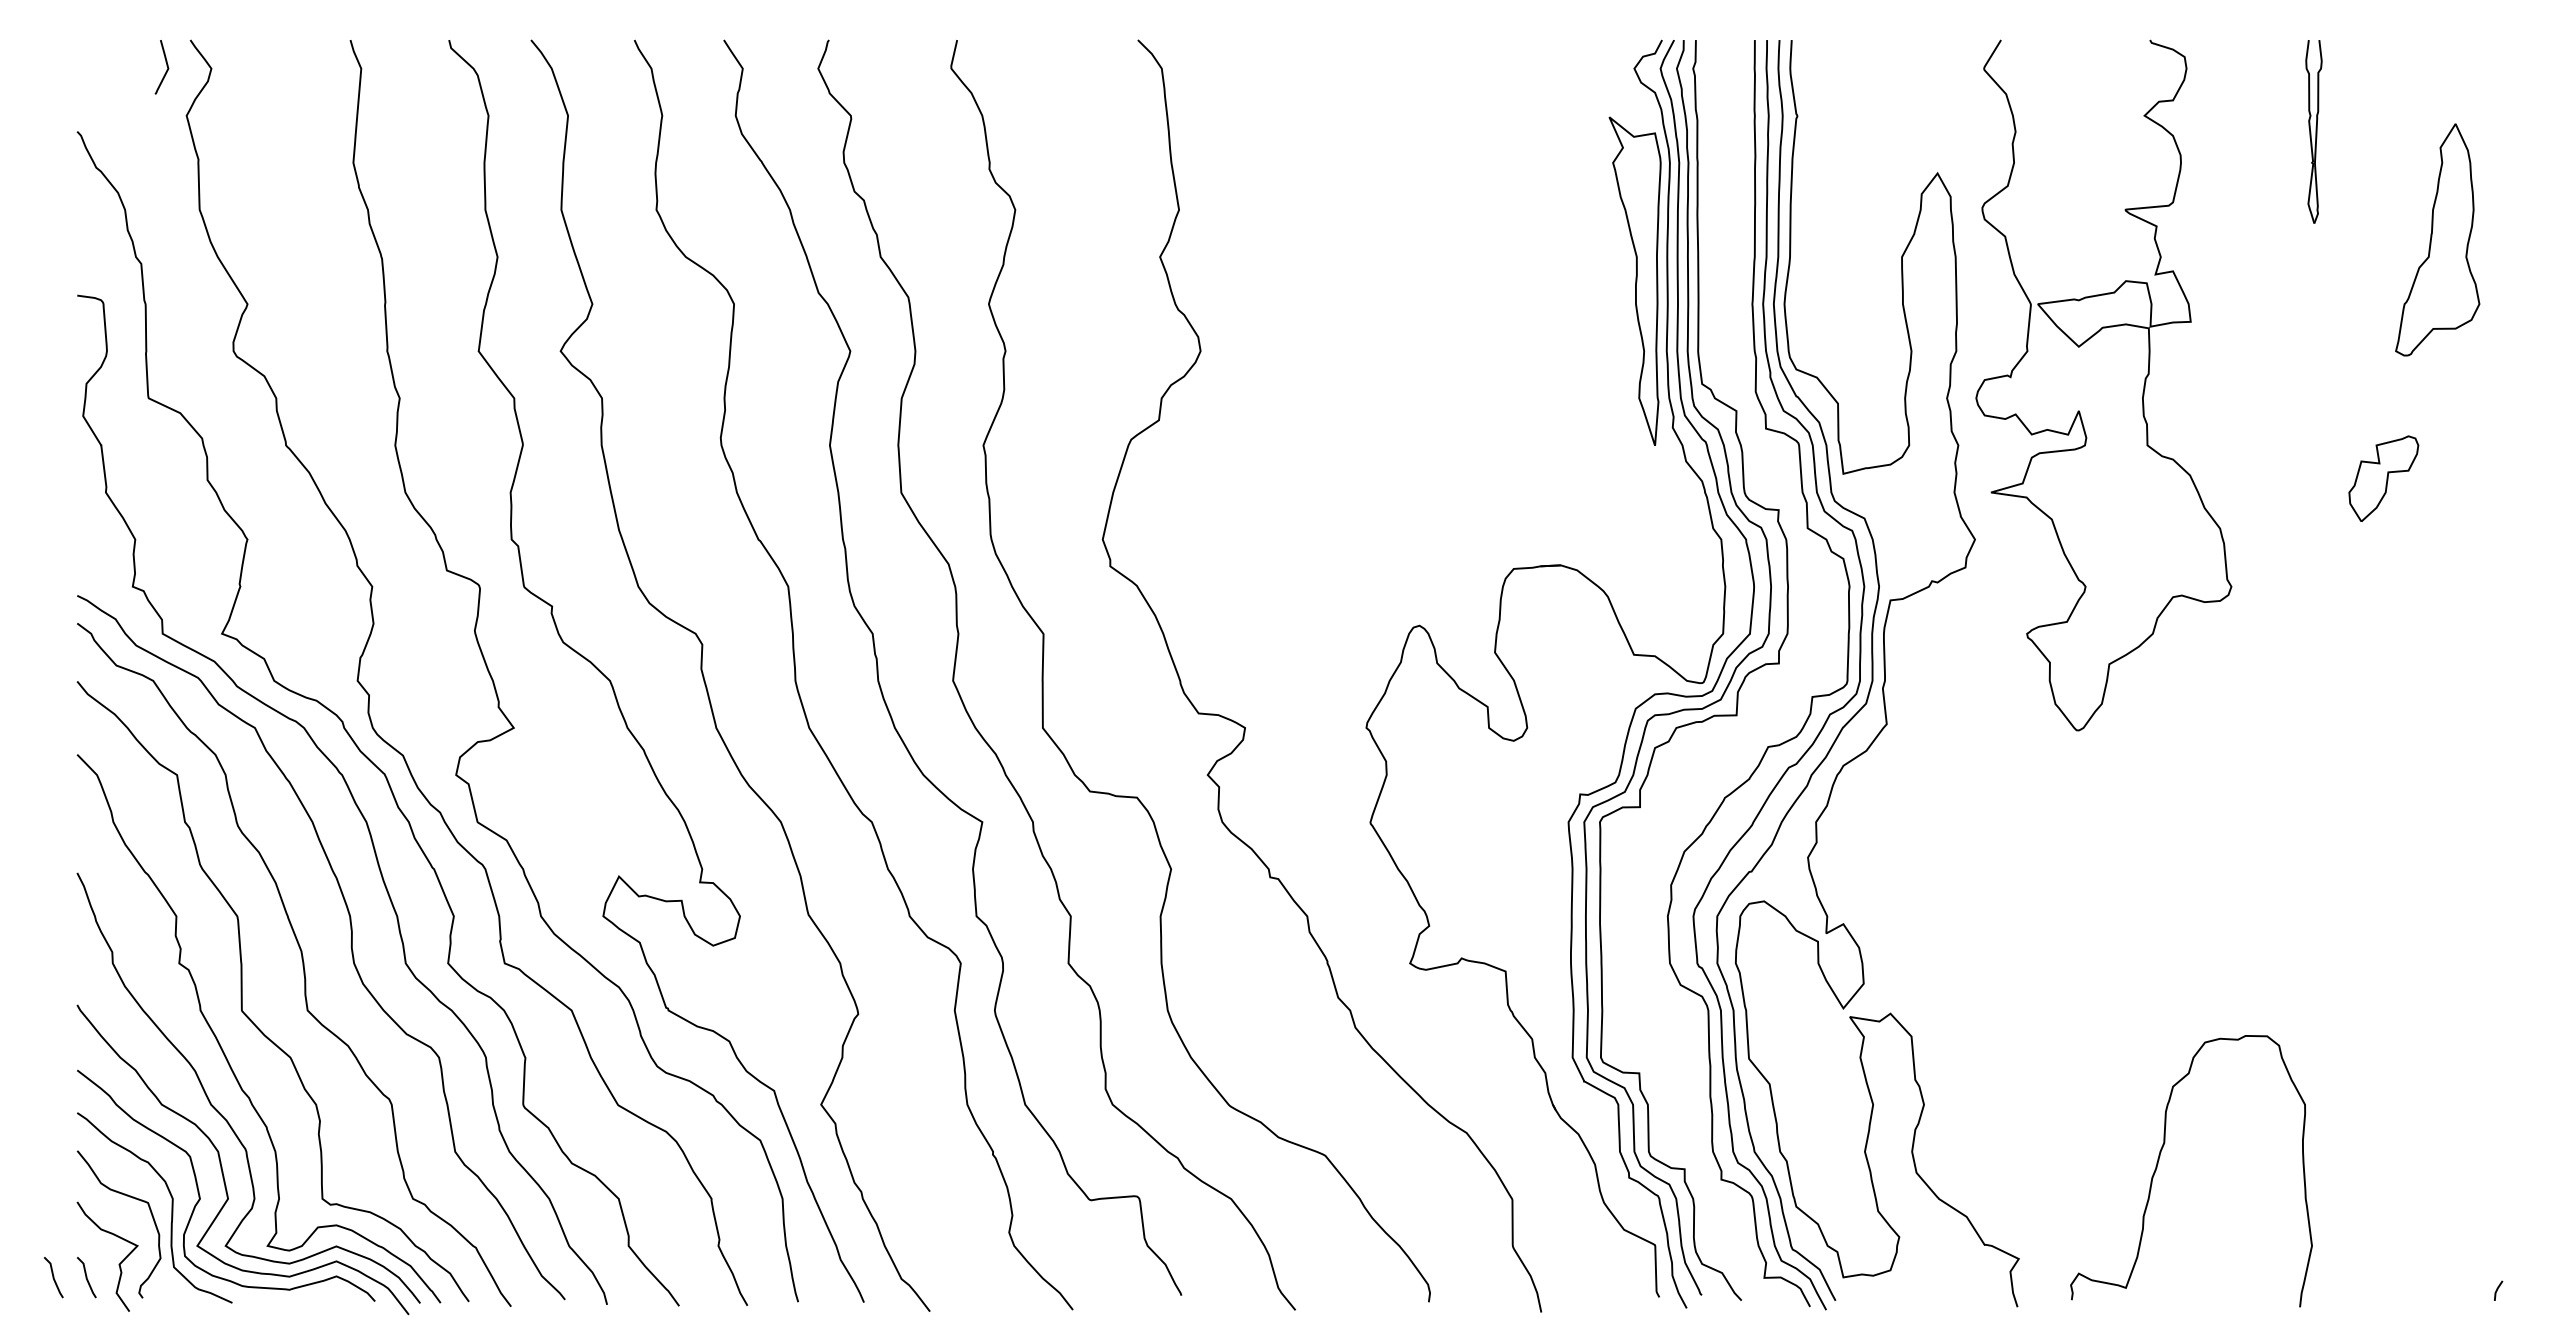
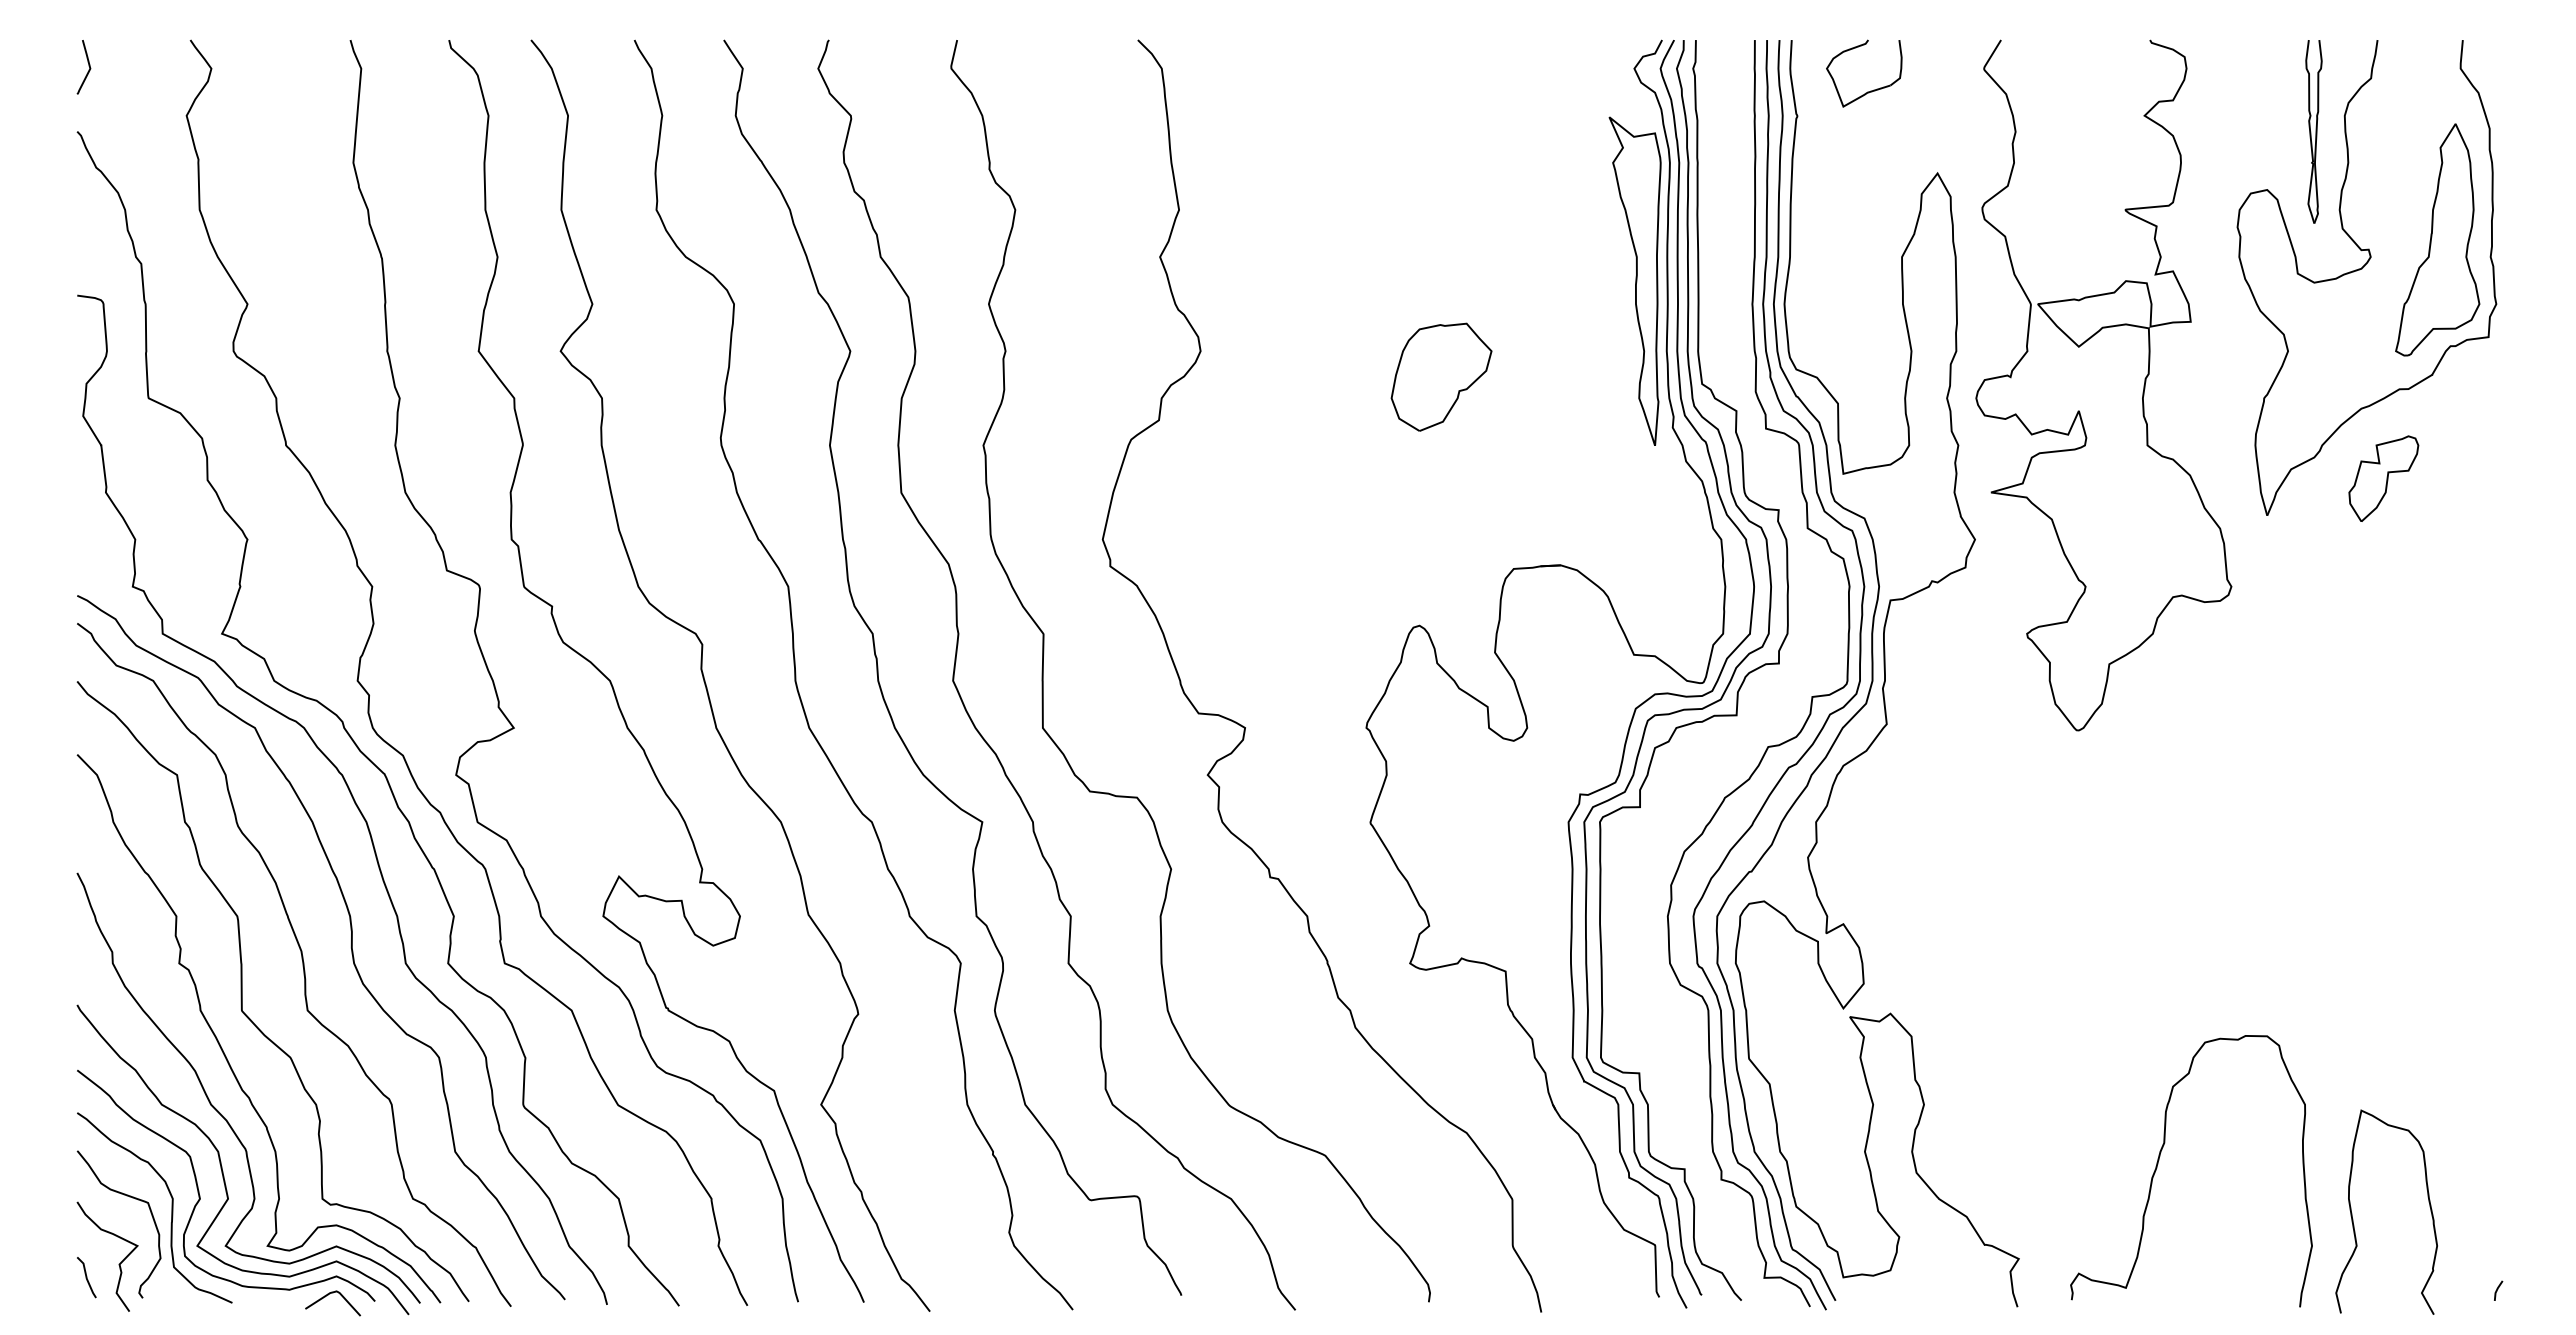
curve at (166, 66) position: (166, 66) -> (88, 66)
part at (1870, 90): none -> present
part at (2362, 269): none -> present
part at (1441, 376): none -> present
curve at (2353, 1219): none -> present
line at (53, 1277): present -> none
curve at (328, 1295): none -> present
